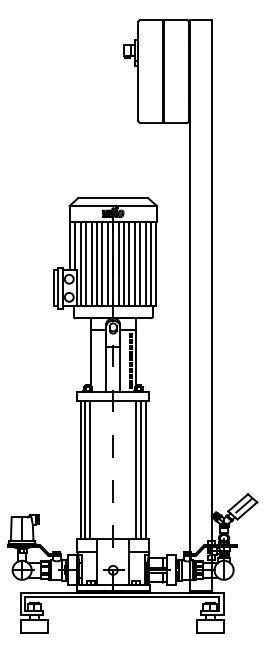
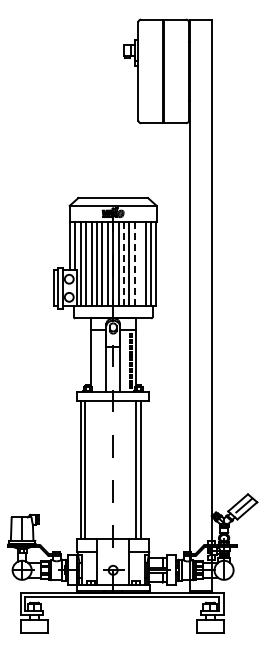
line at (124, 263): solid -> dashed
line at (134, 263): solid -> dashed
line at (140, 264): present -> none
line at (89, 469): present -> none
line at (145, 469): present -> none
